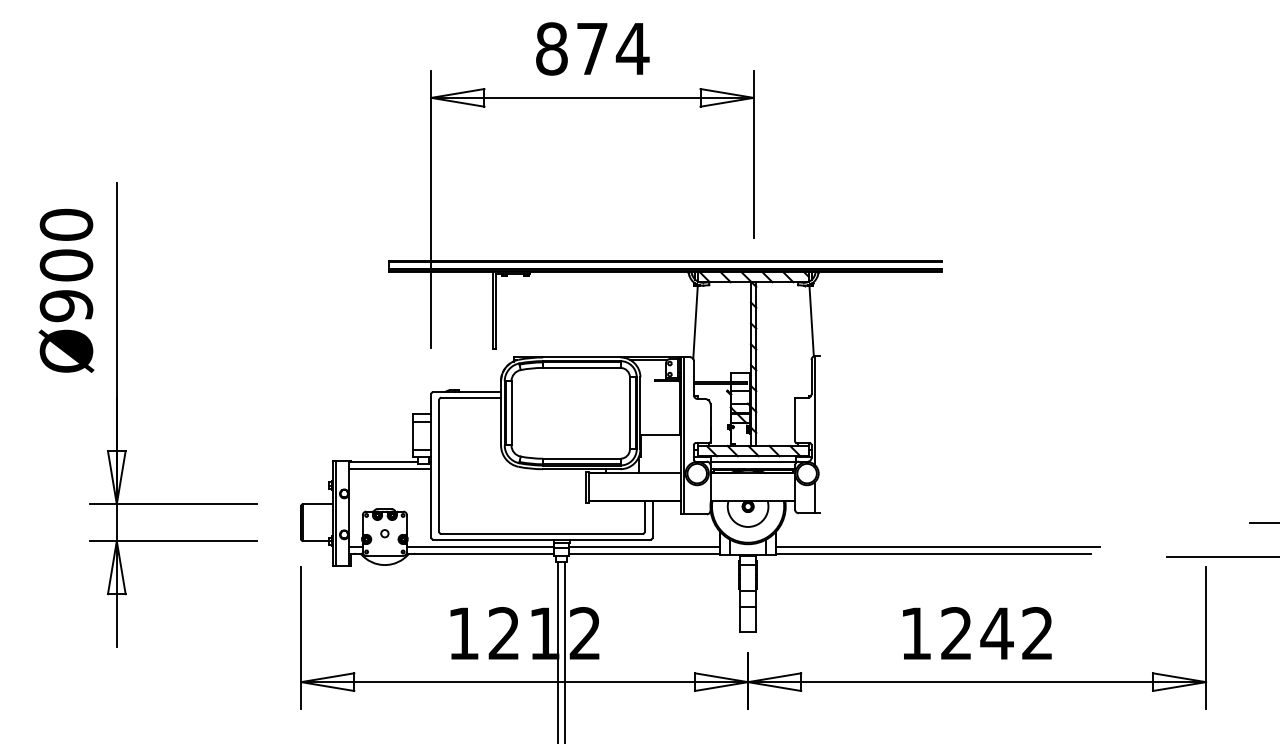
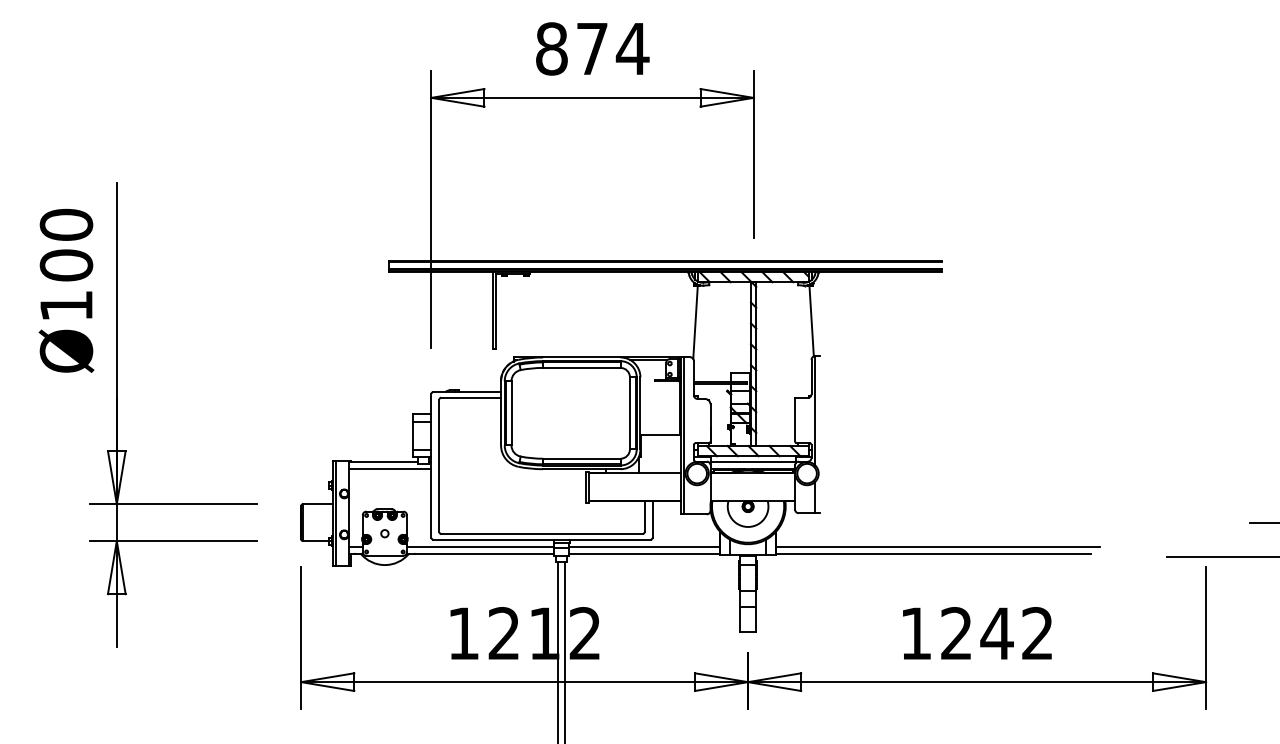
text at (66, 306): Ø900 -> Ø100
